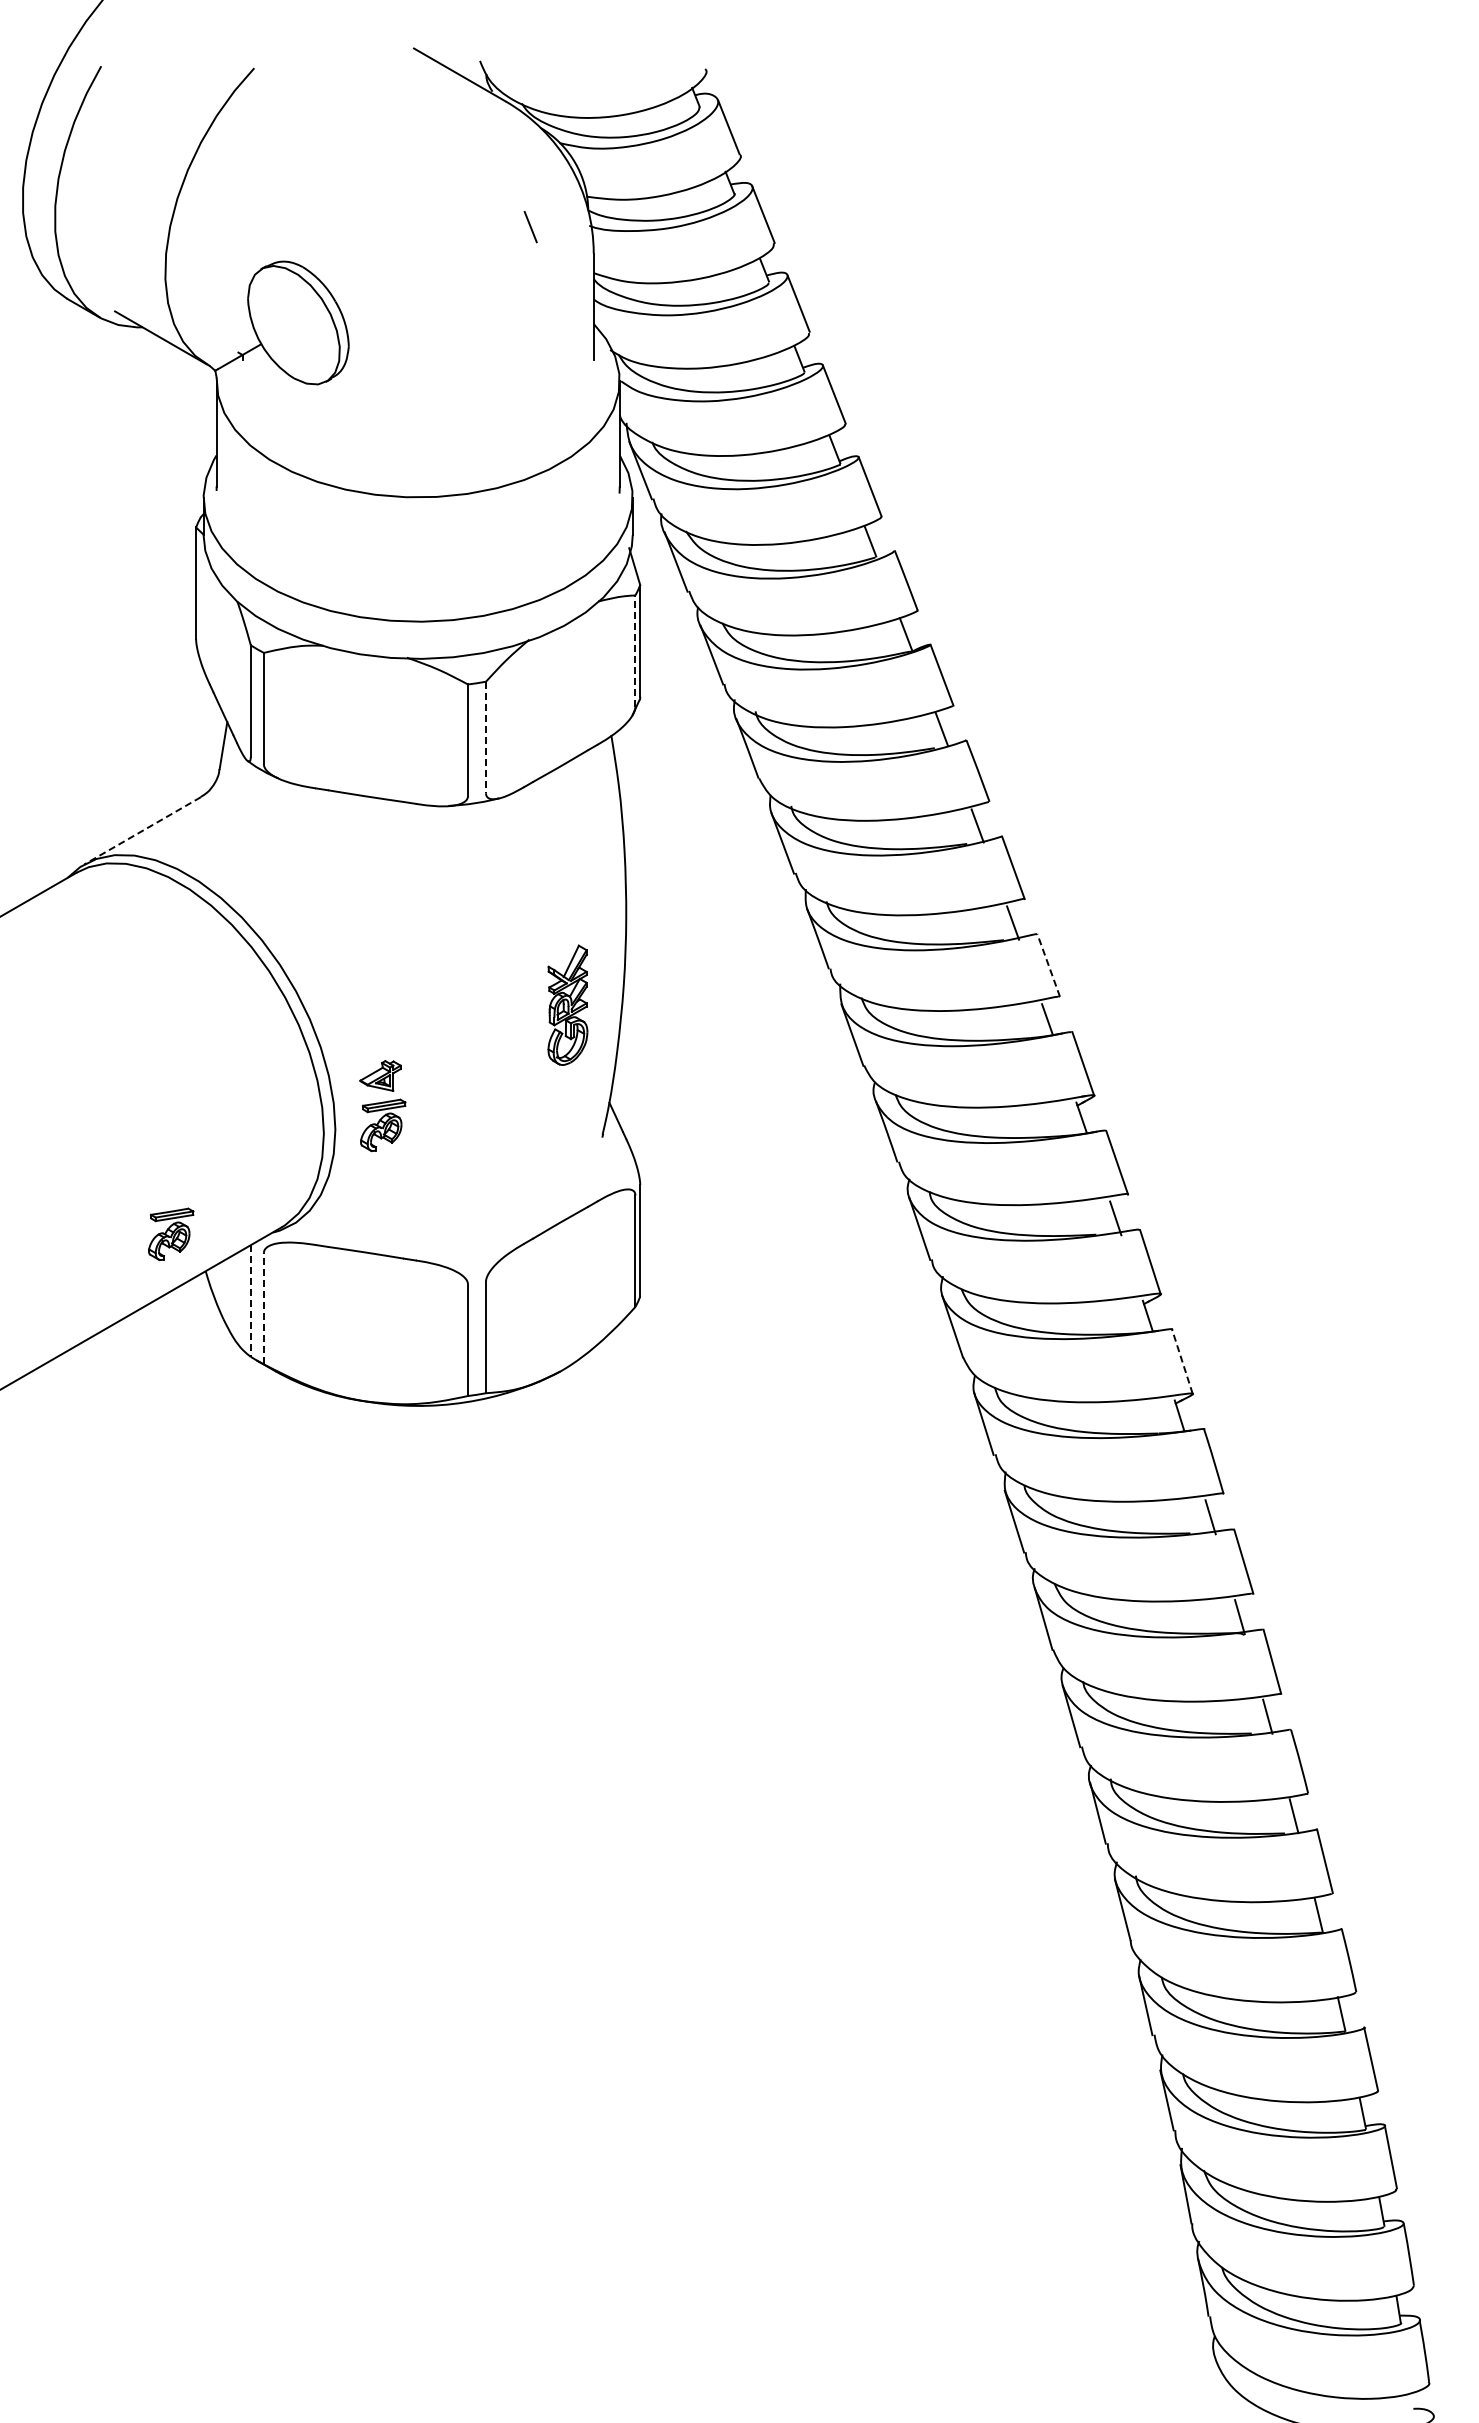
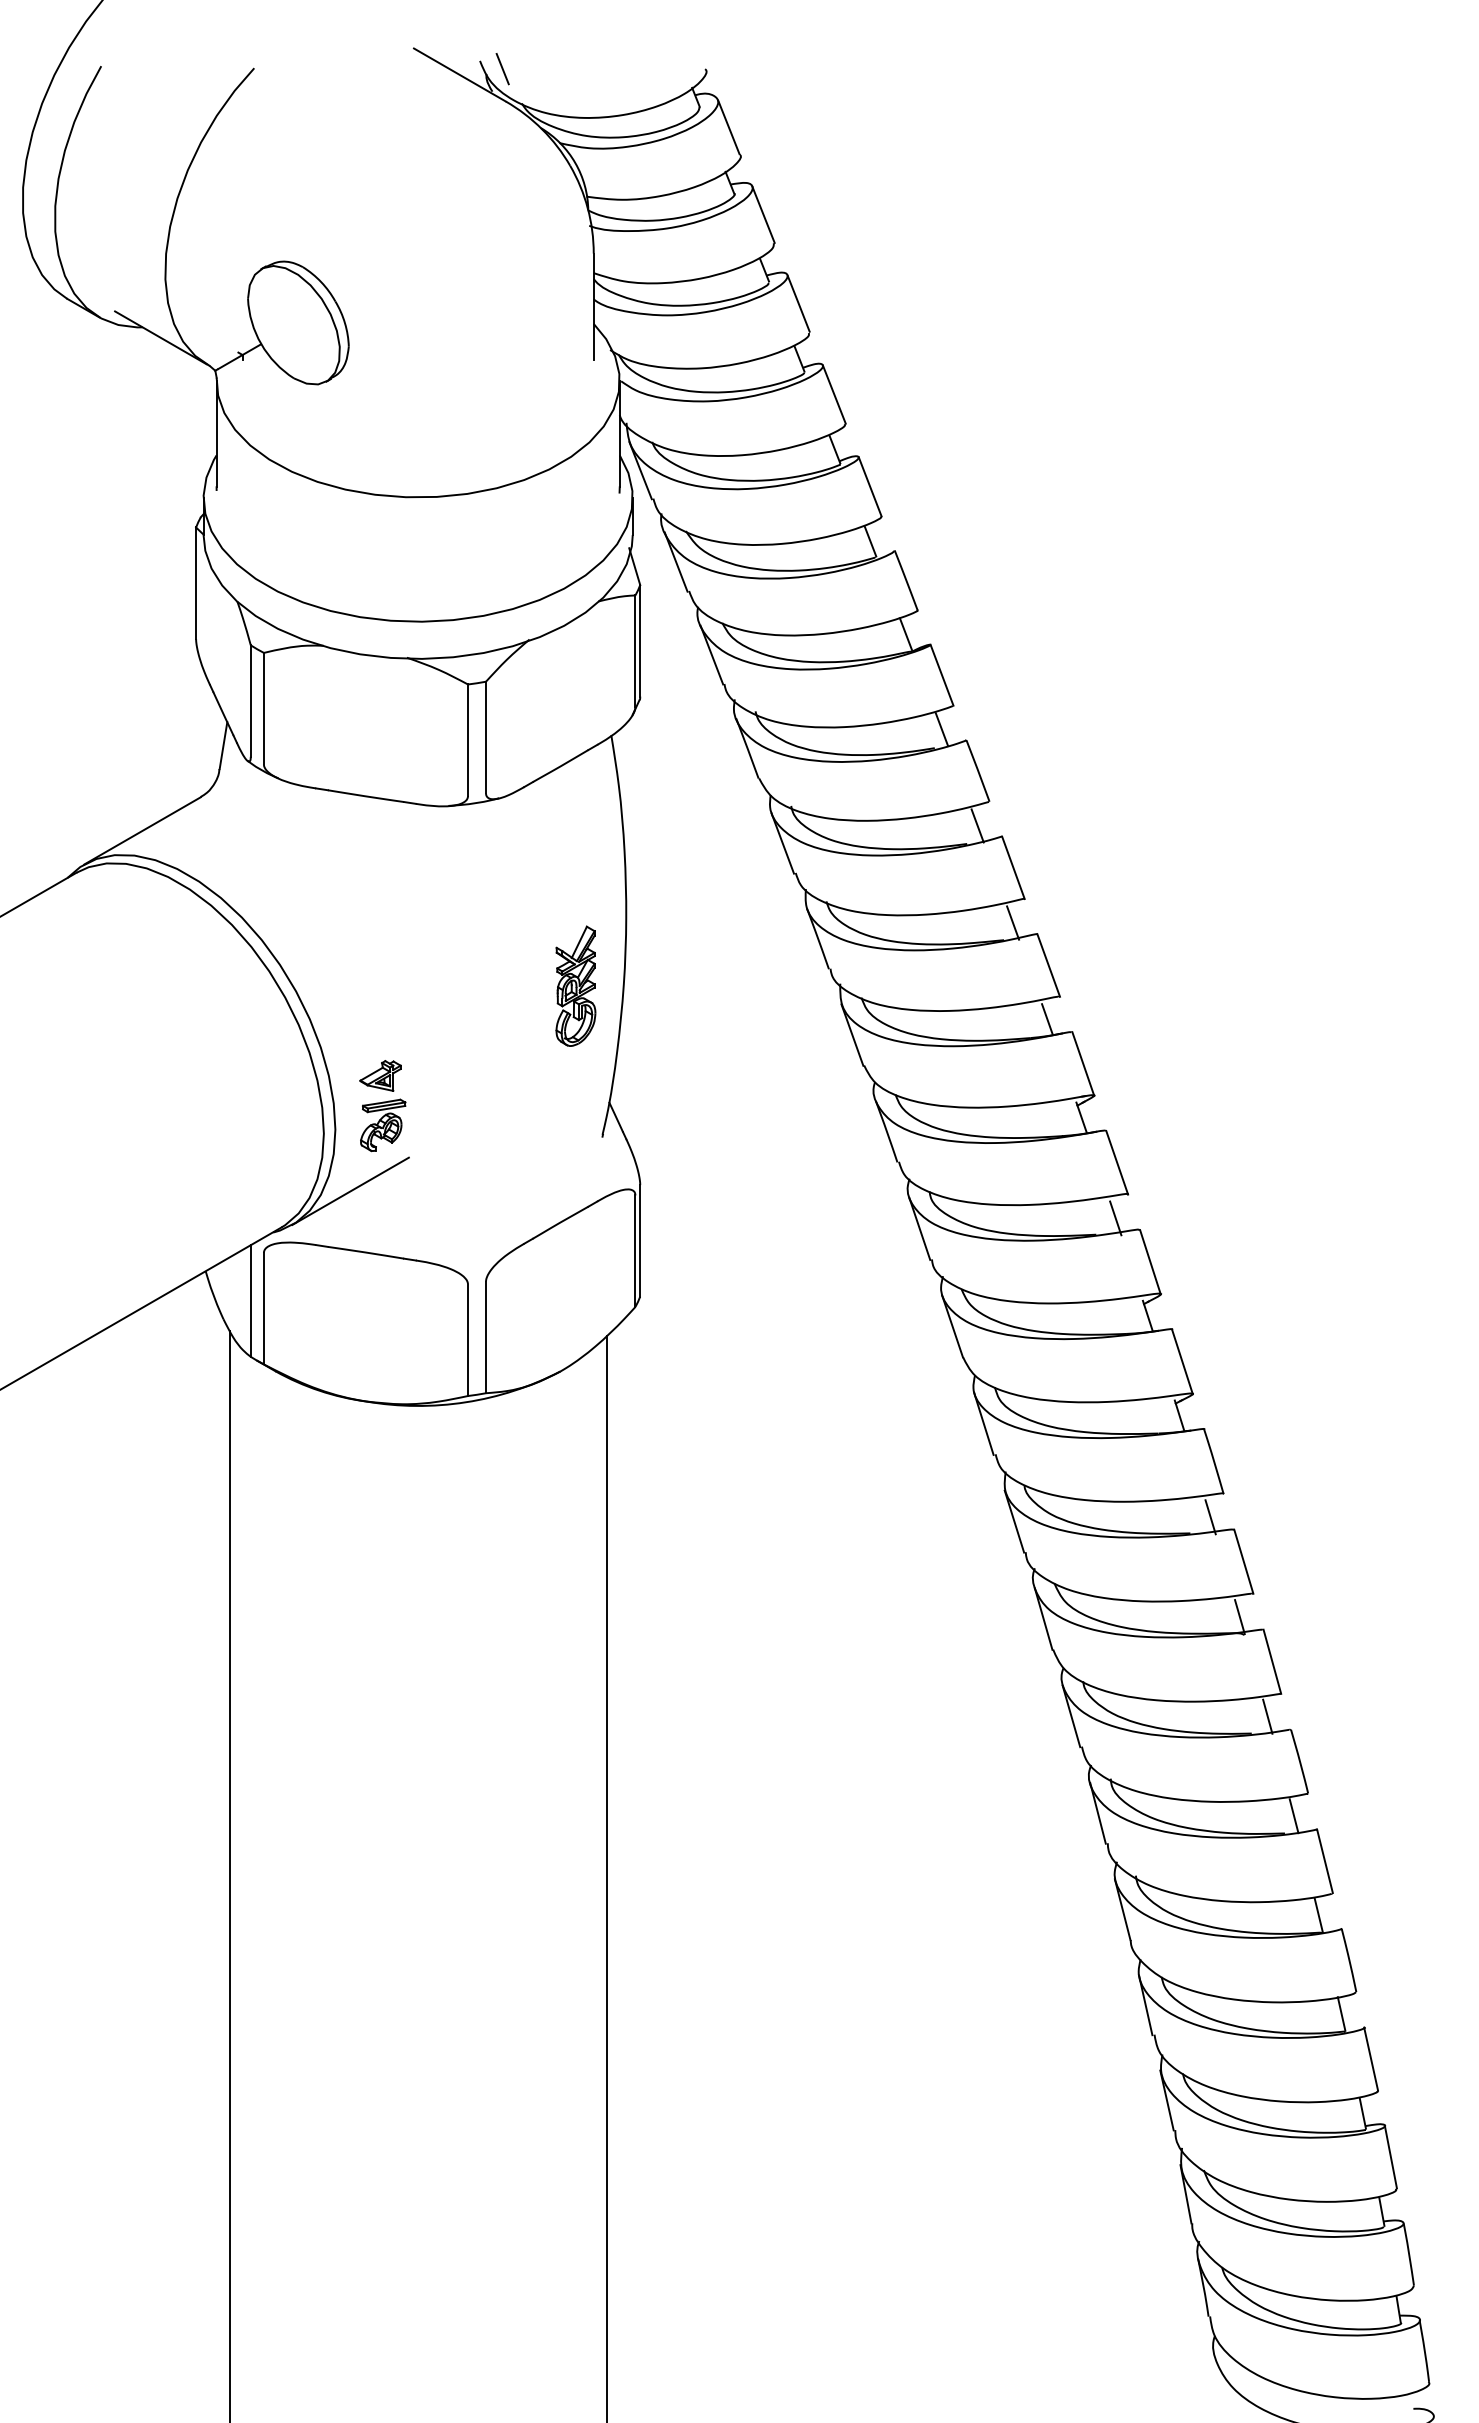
line at (530, 227) position: (530, 227) -> (502, 69)
line at (635, 651): dashed -> solid
line at (486, 737): dashed -> solid
line at (142, 831): dashed -> solid
line at (1048, 964): dashed -> solid
part at (567, 1004) position: (567, 1004) -> (575, 985)
line at (350, 1191): none -> present
part at (171, 1234): present -> none
line at (250, 1301): dashed -> solid
line at (263, 1308): dashed -> solid
line at (1182, 1361): dashed -> solid
line at (229, 1874): none -> present
line at (606, 1877): none -> present
